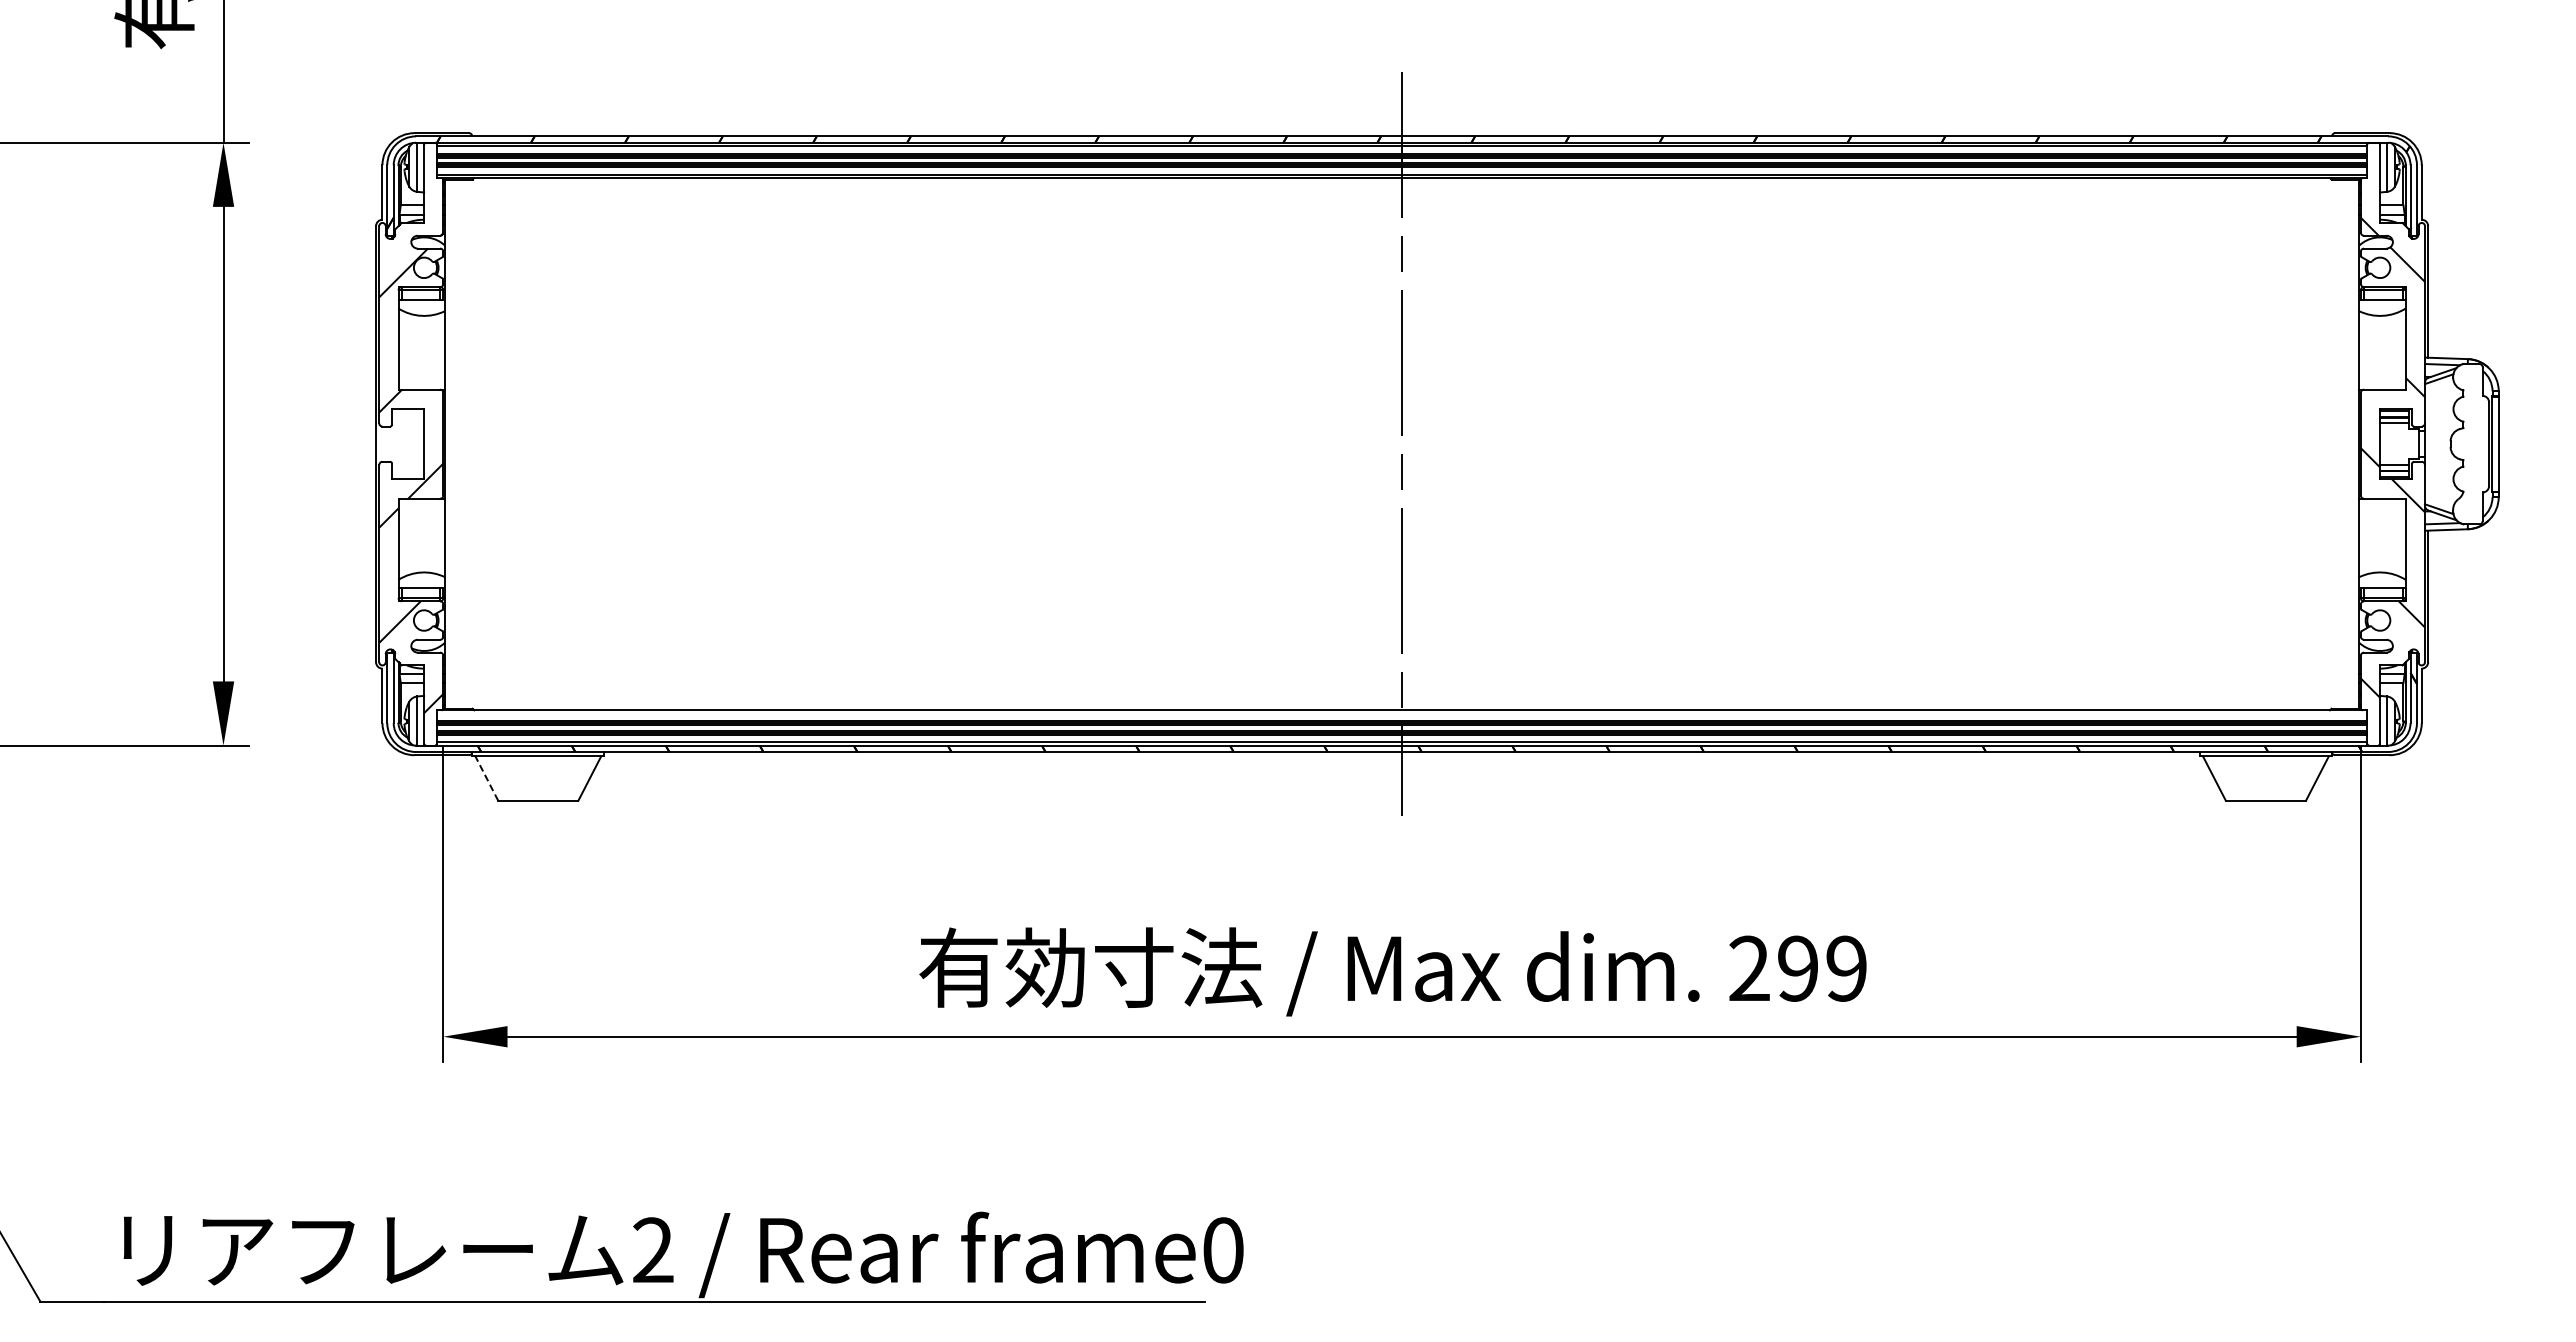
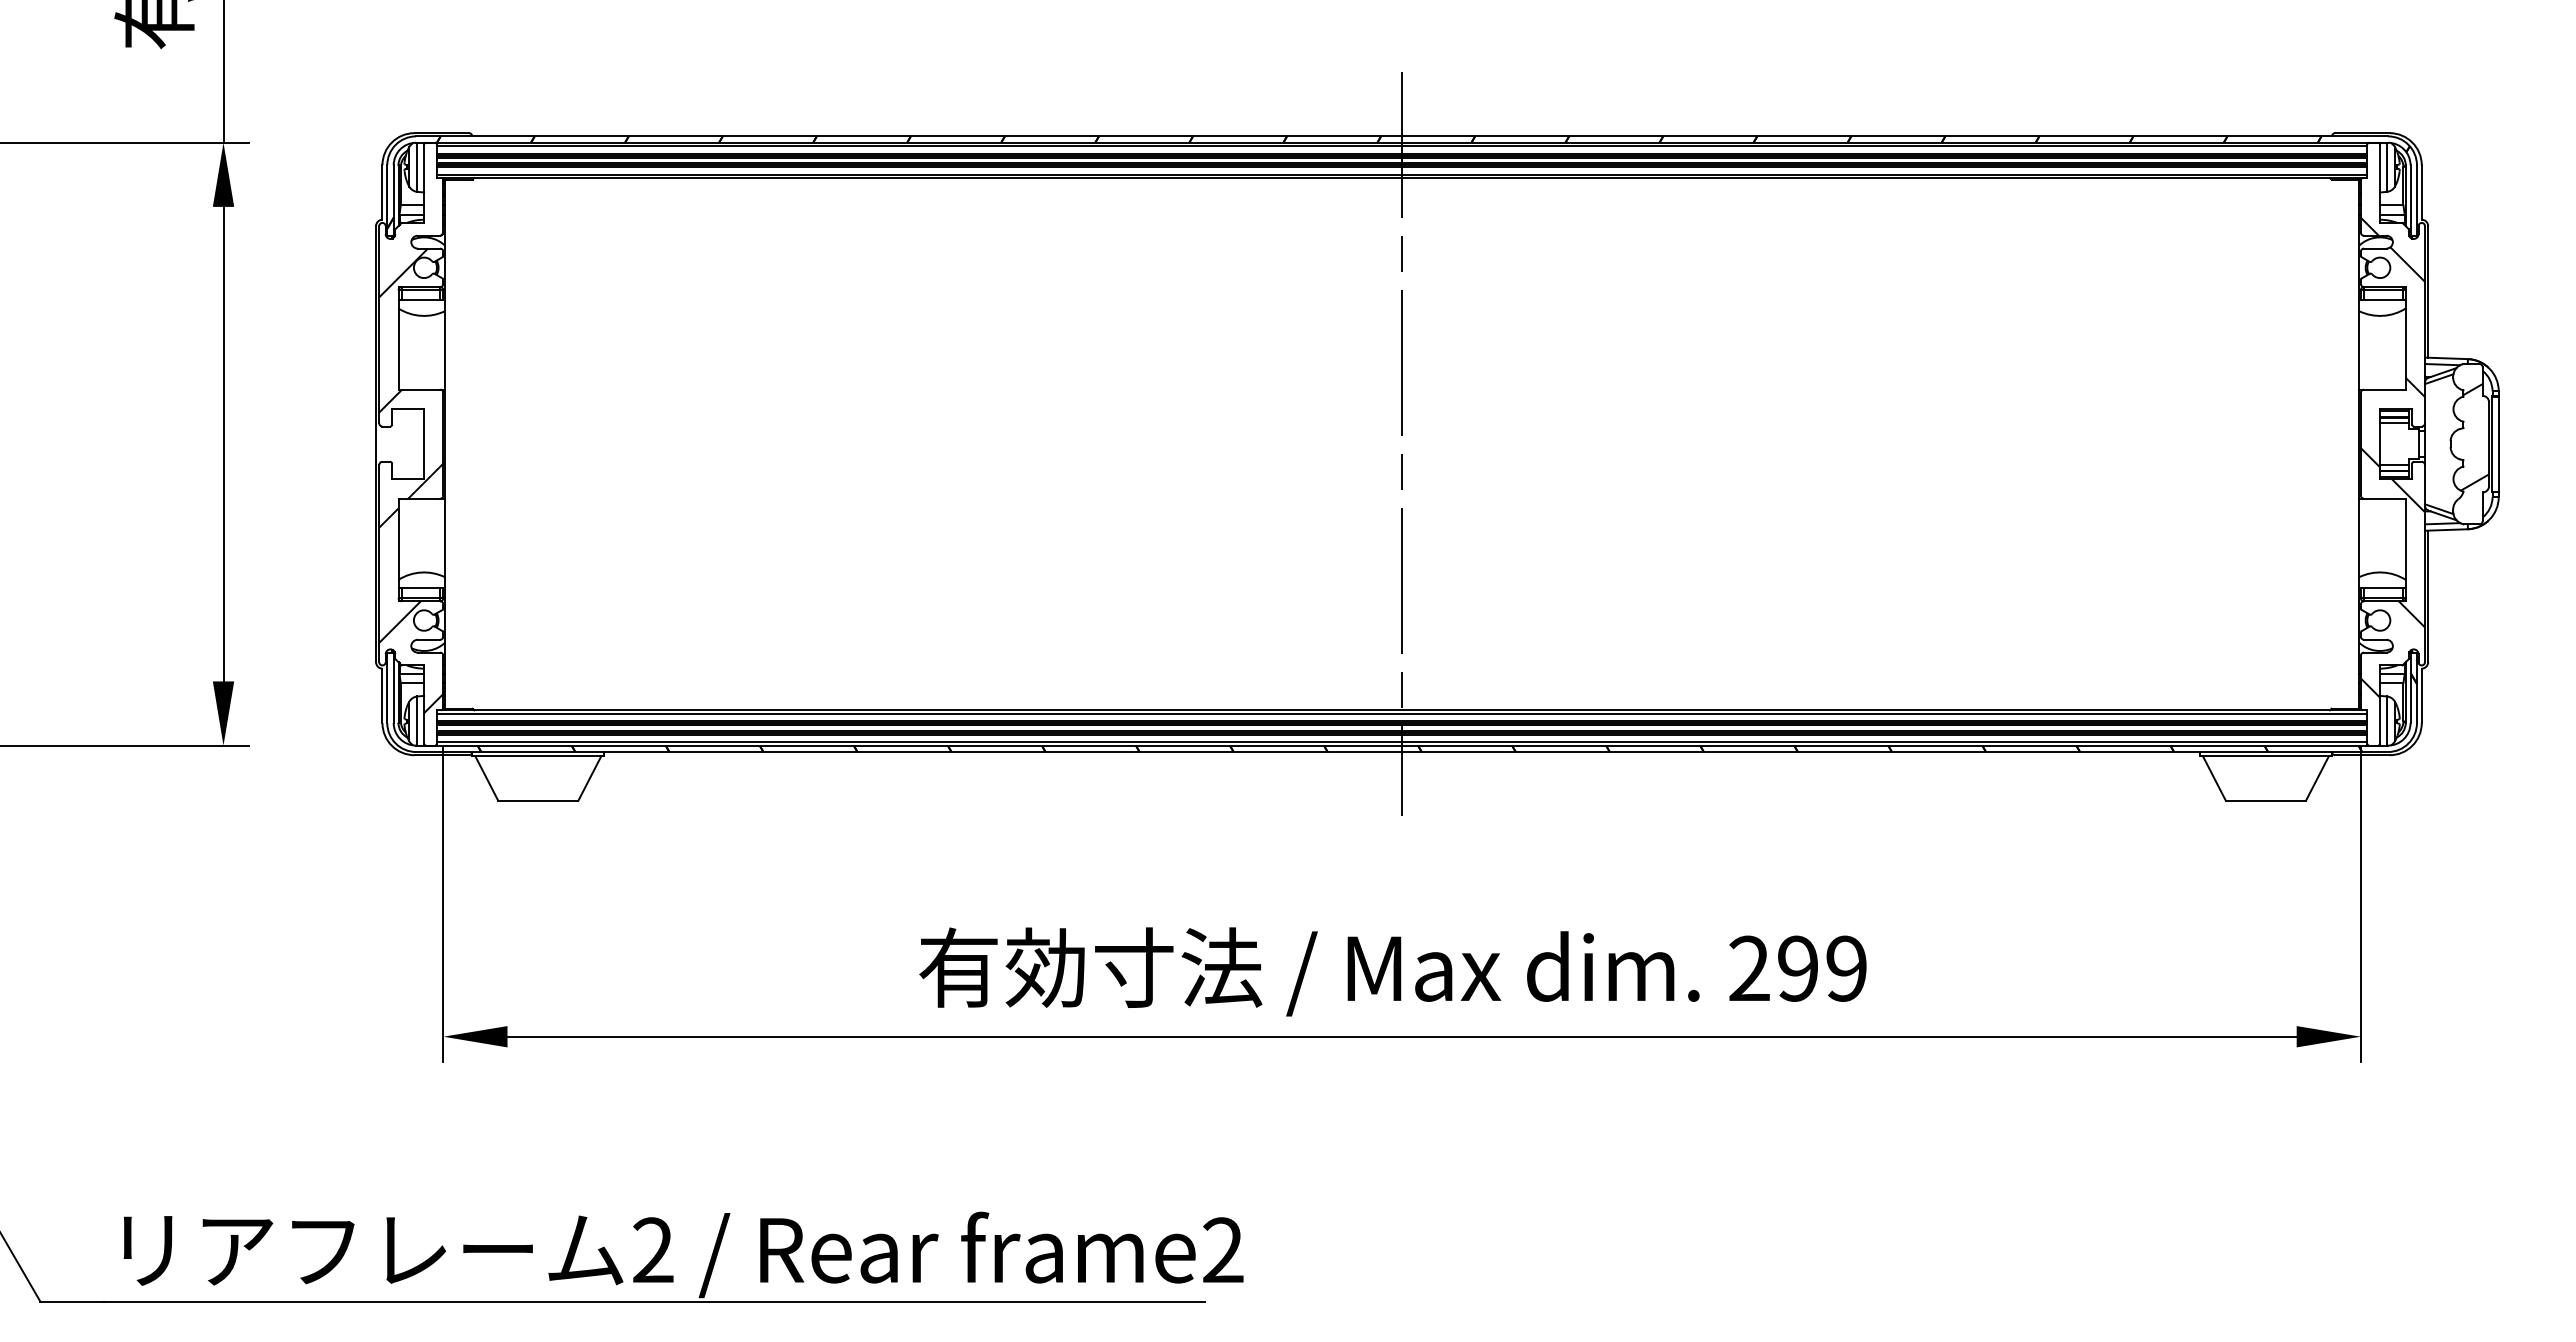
hatch at (2474, 437): none -> present
line at (1401, 713): none -> present
line at (486, 778): dashed -> solid
text at (1223, 1250): frame0 -> frame2
